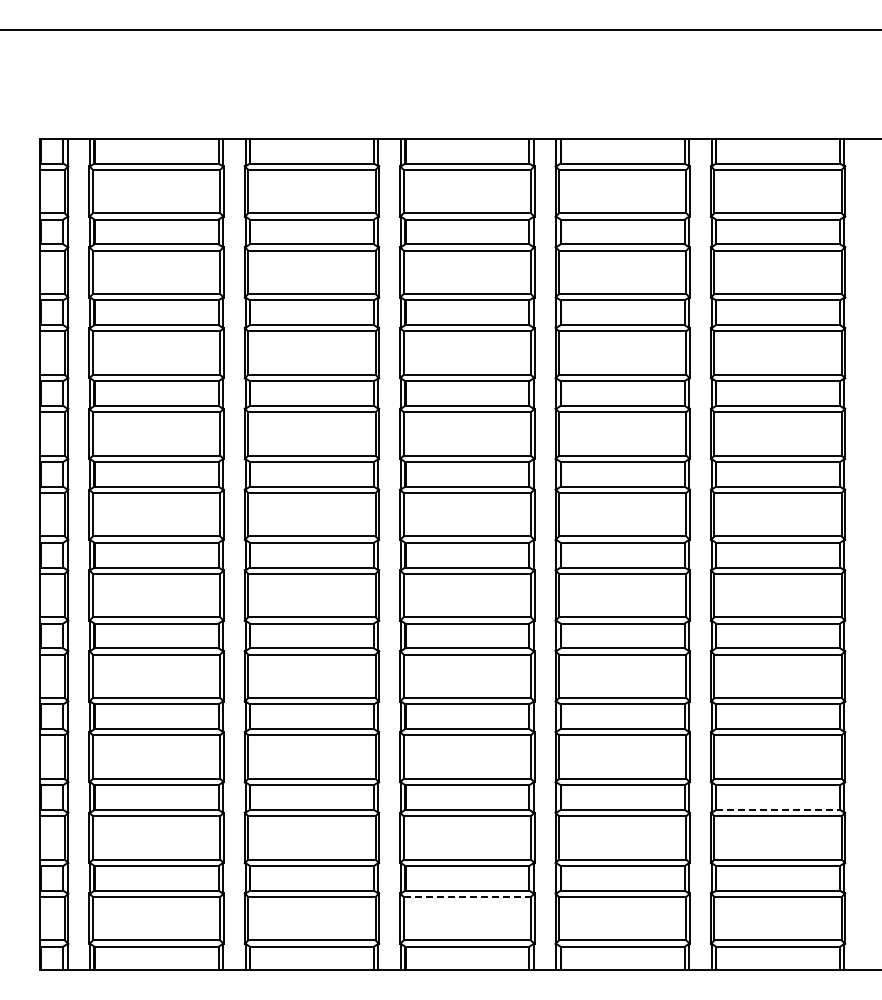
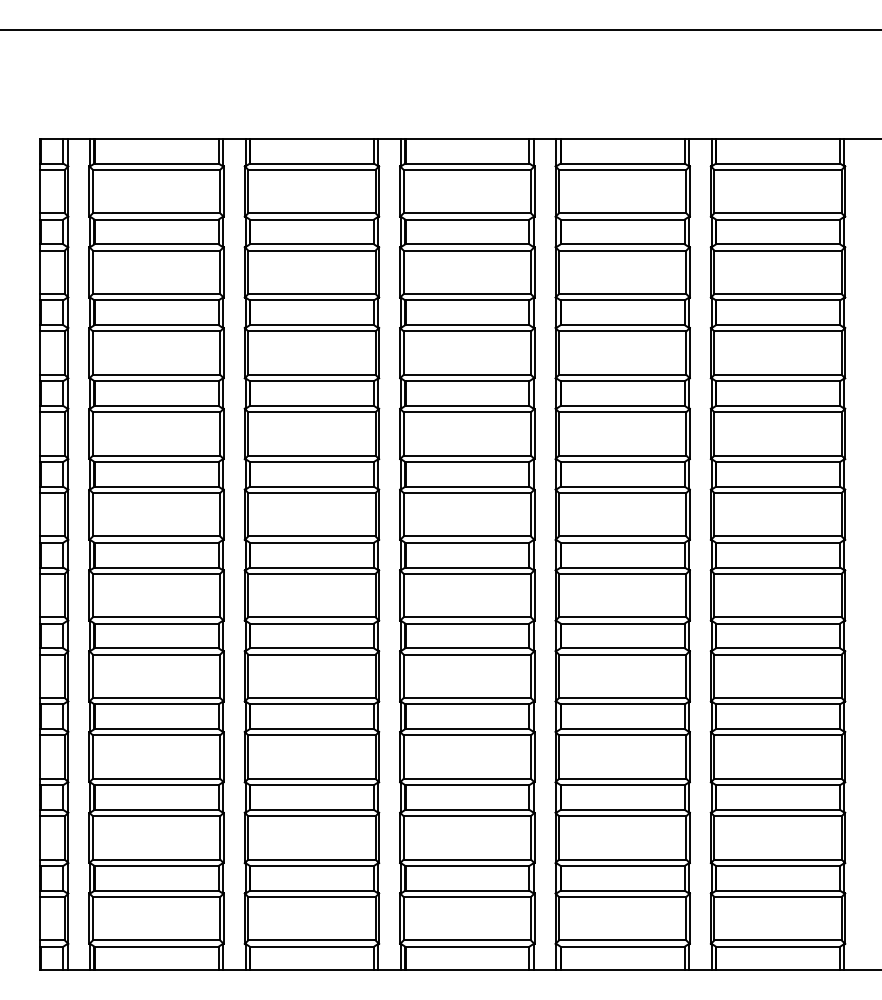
line at (778, 809): dashed -> solid
line at (467, 897): dashed -> solid
